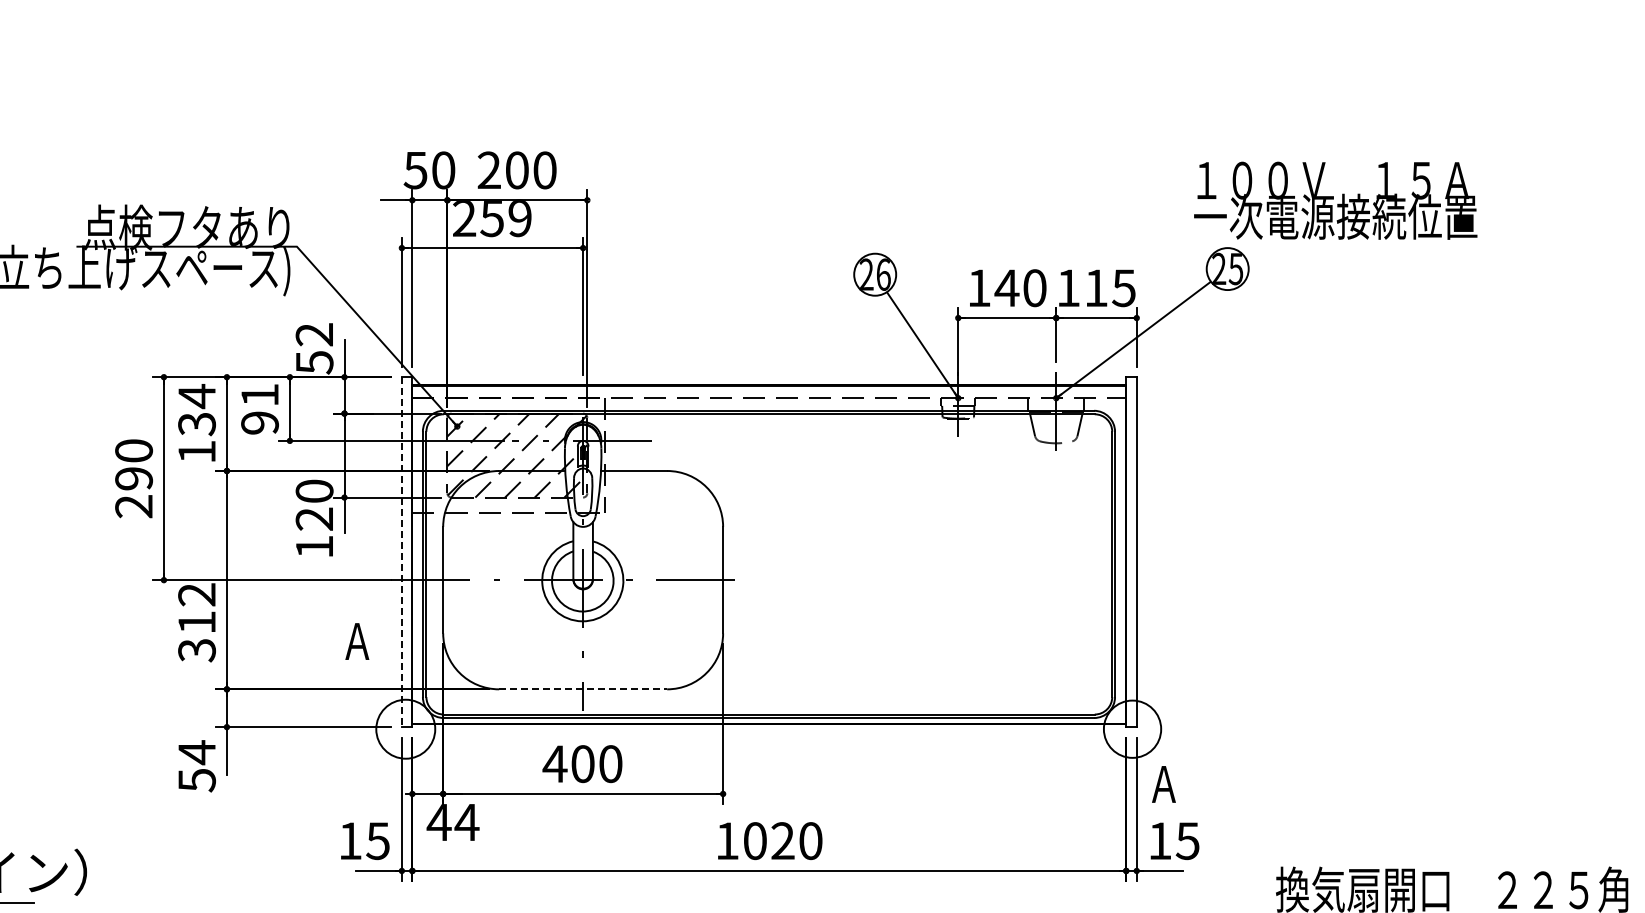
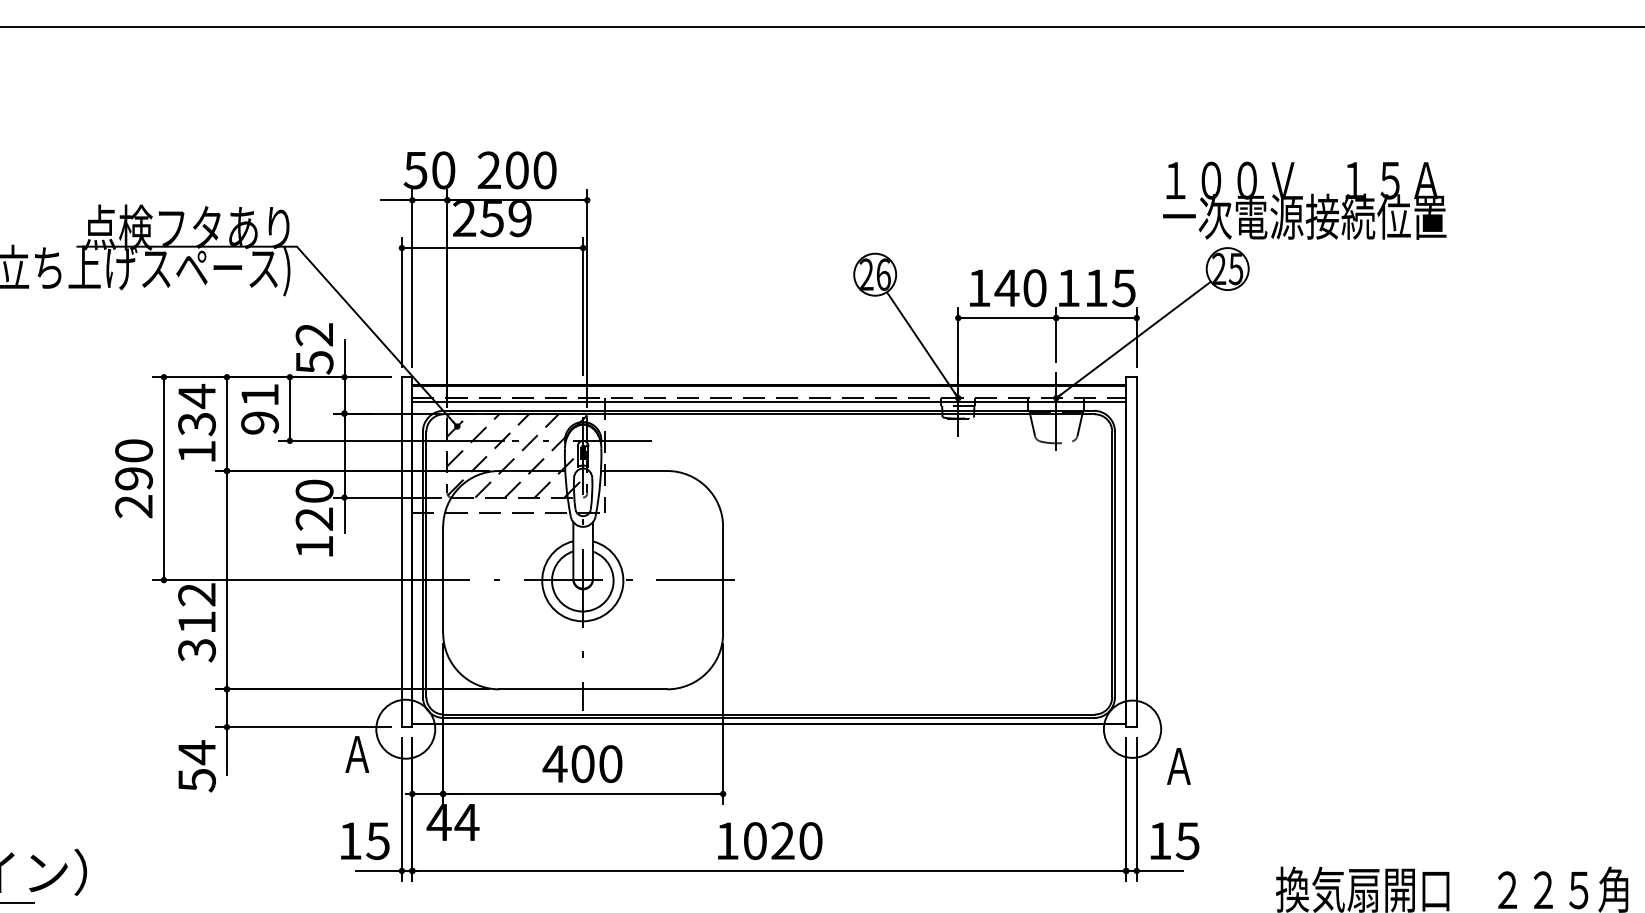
line at (821, 27): none -> present
text at (1335, 200) position: (1335, 200) -> (1304, 200)
line at (768, 401): none -> present
line at (401, 552): dashed -> solid
text at (357, 641) position: (357, 641) -> (357, 754)
line at (583, 689): dashed -> solid
text at (1163, 784) position: (1163, 784) -> (1178, 766)
